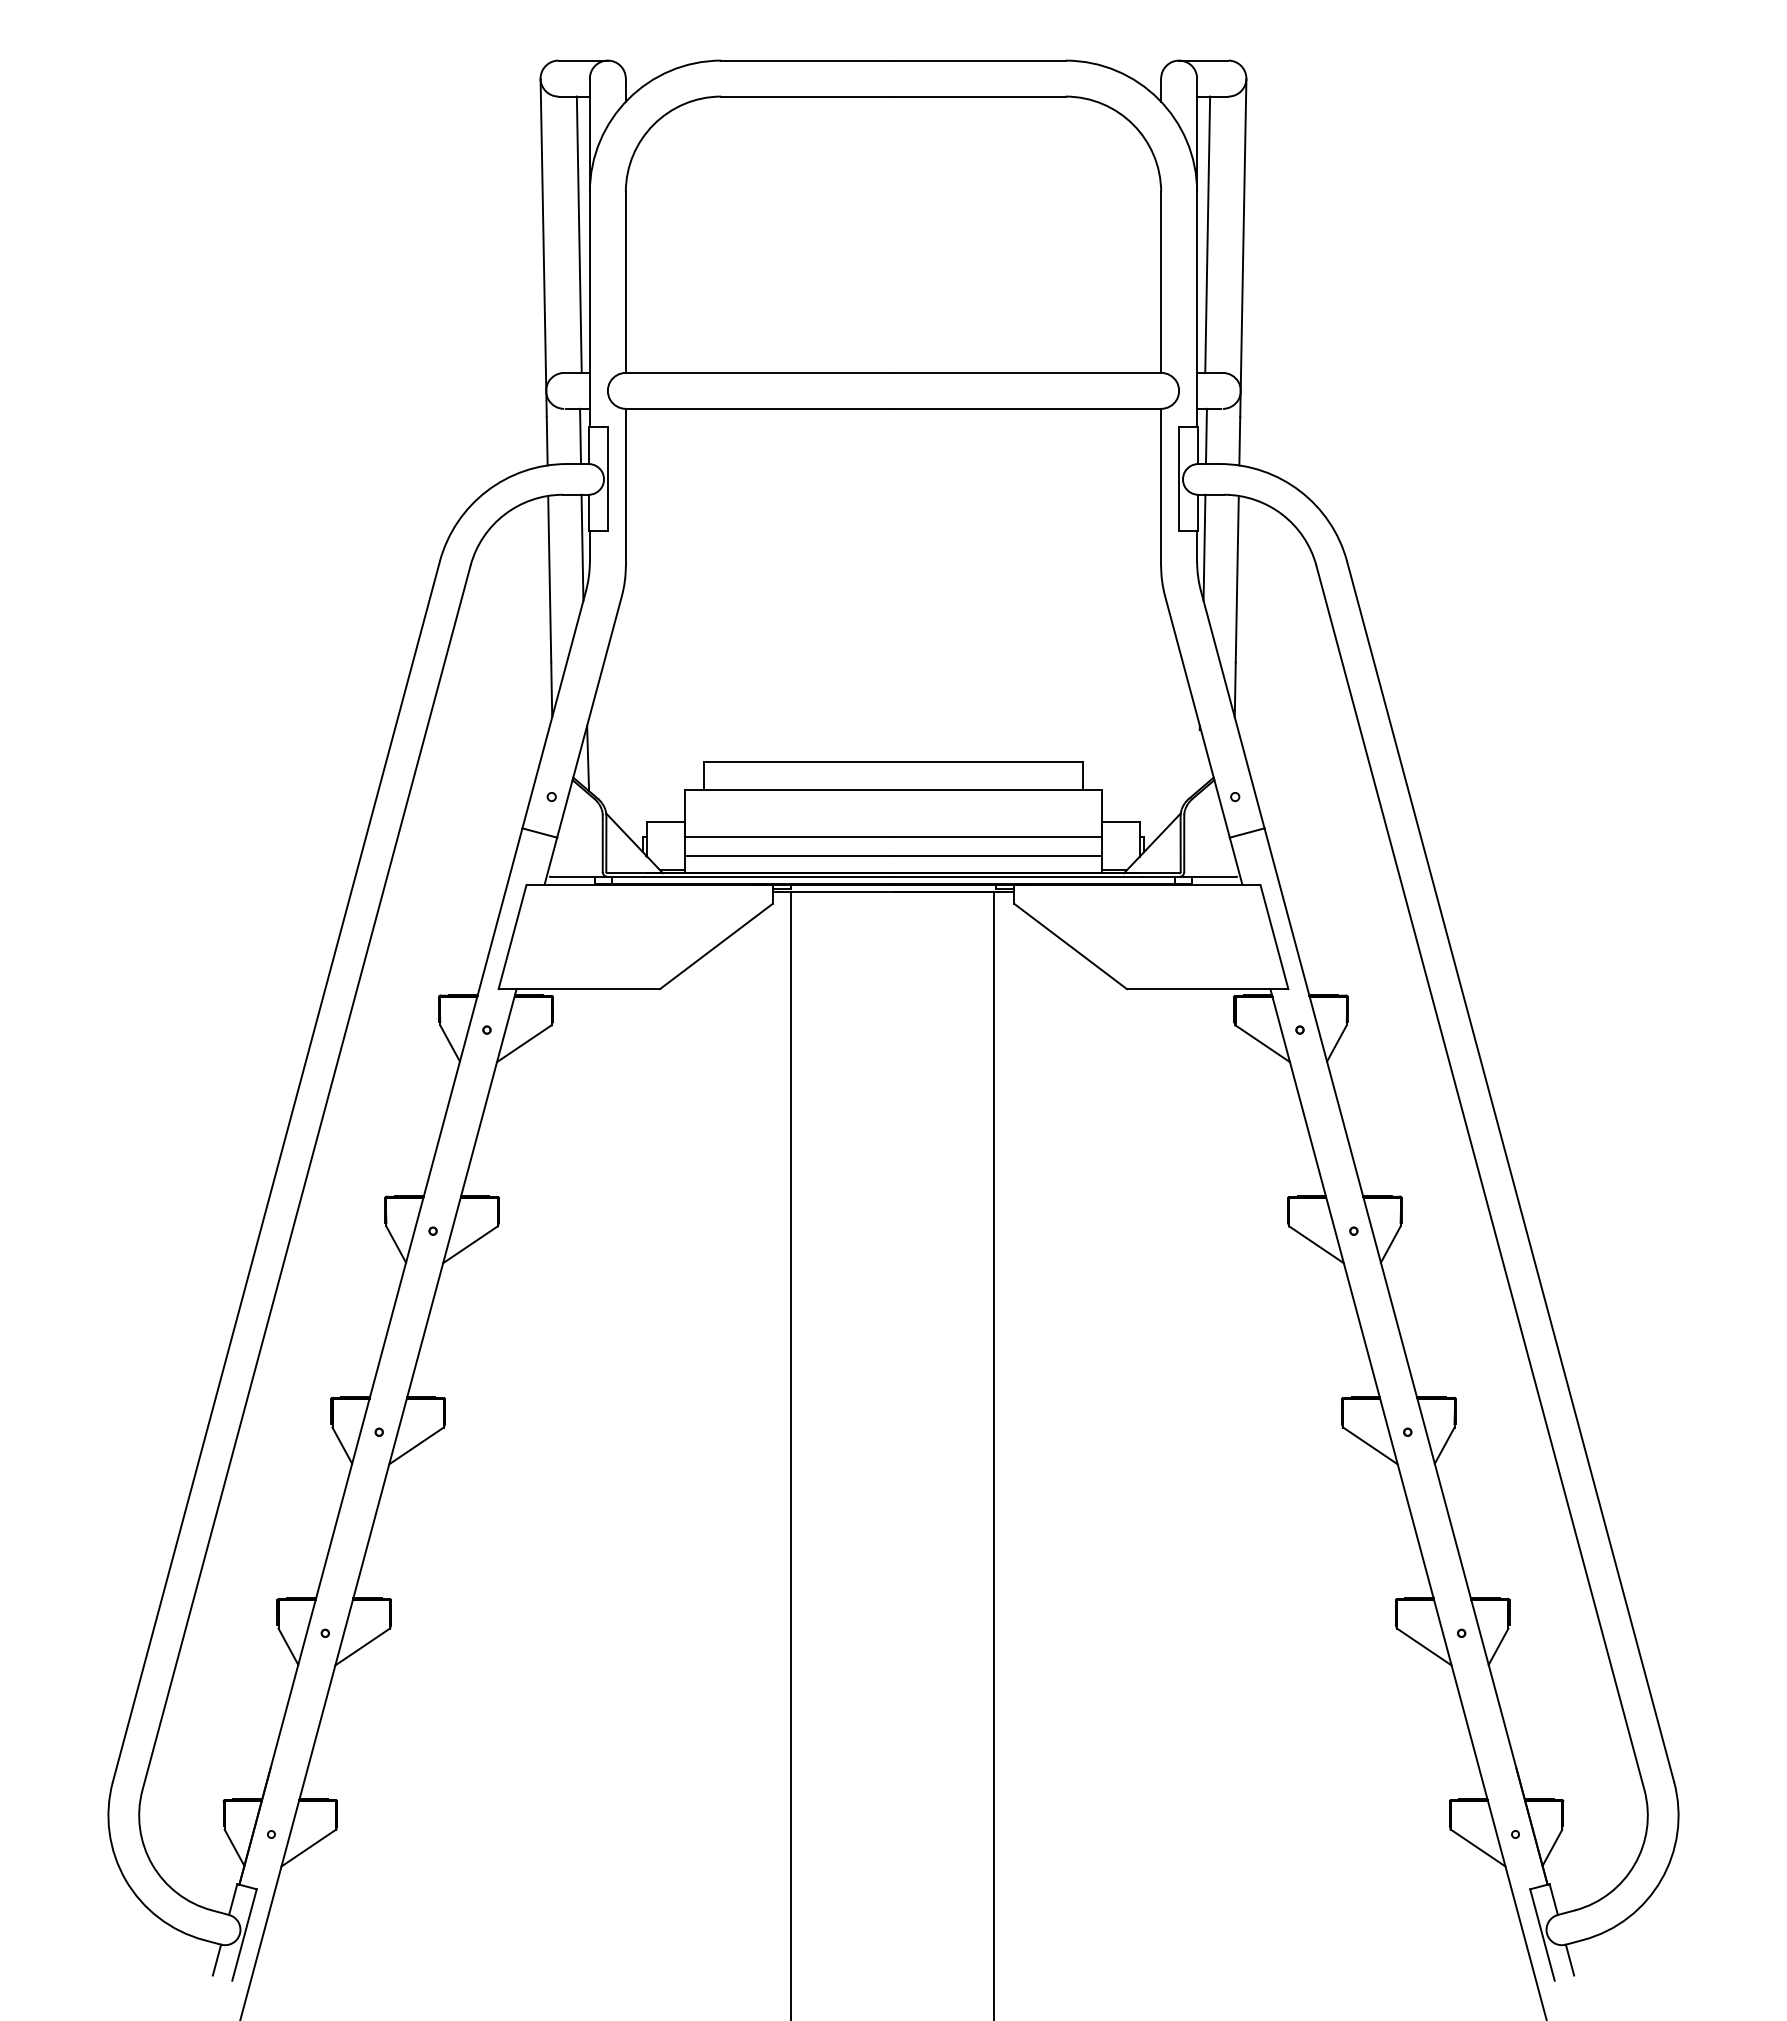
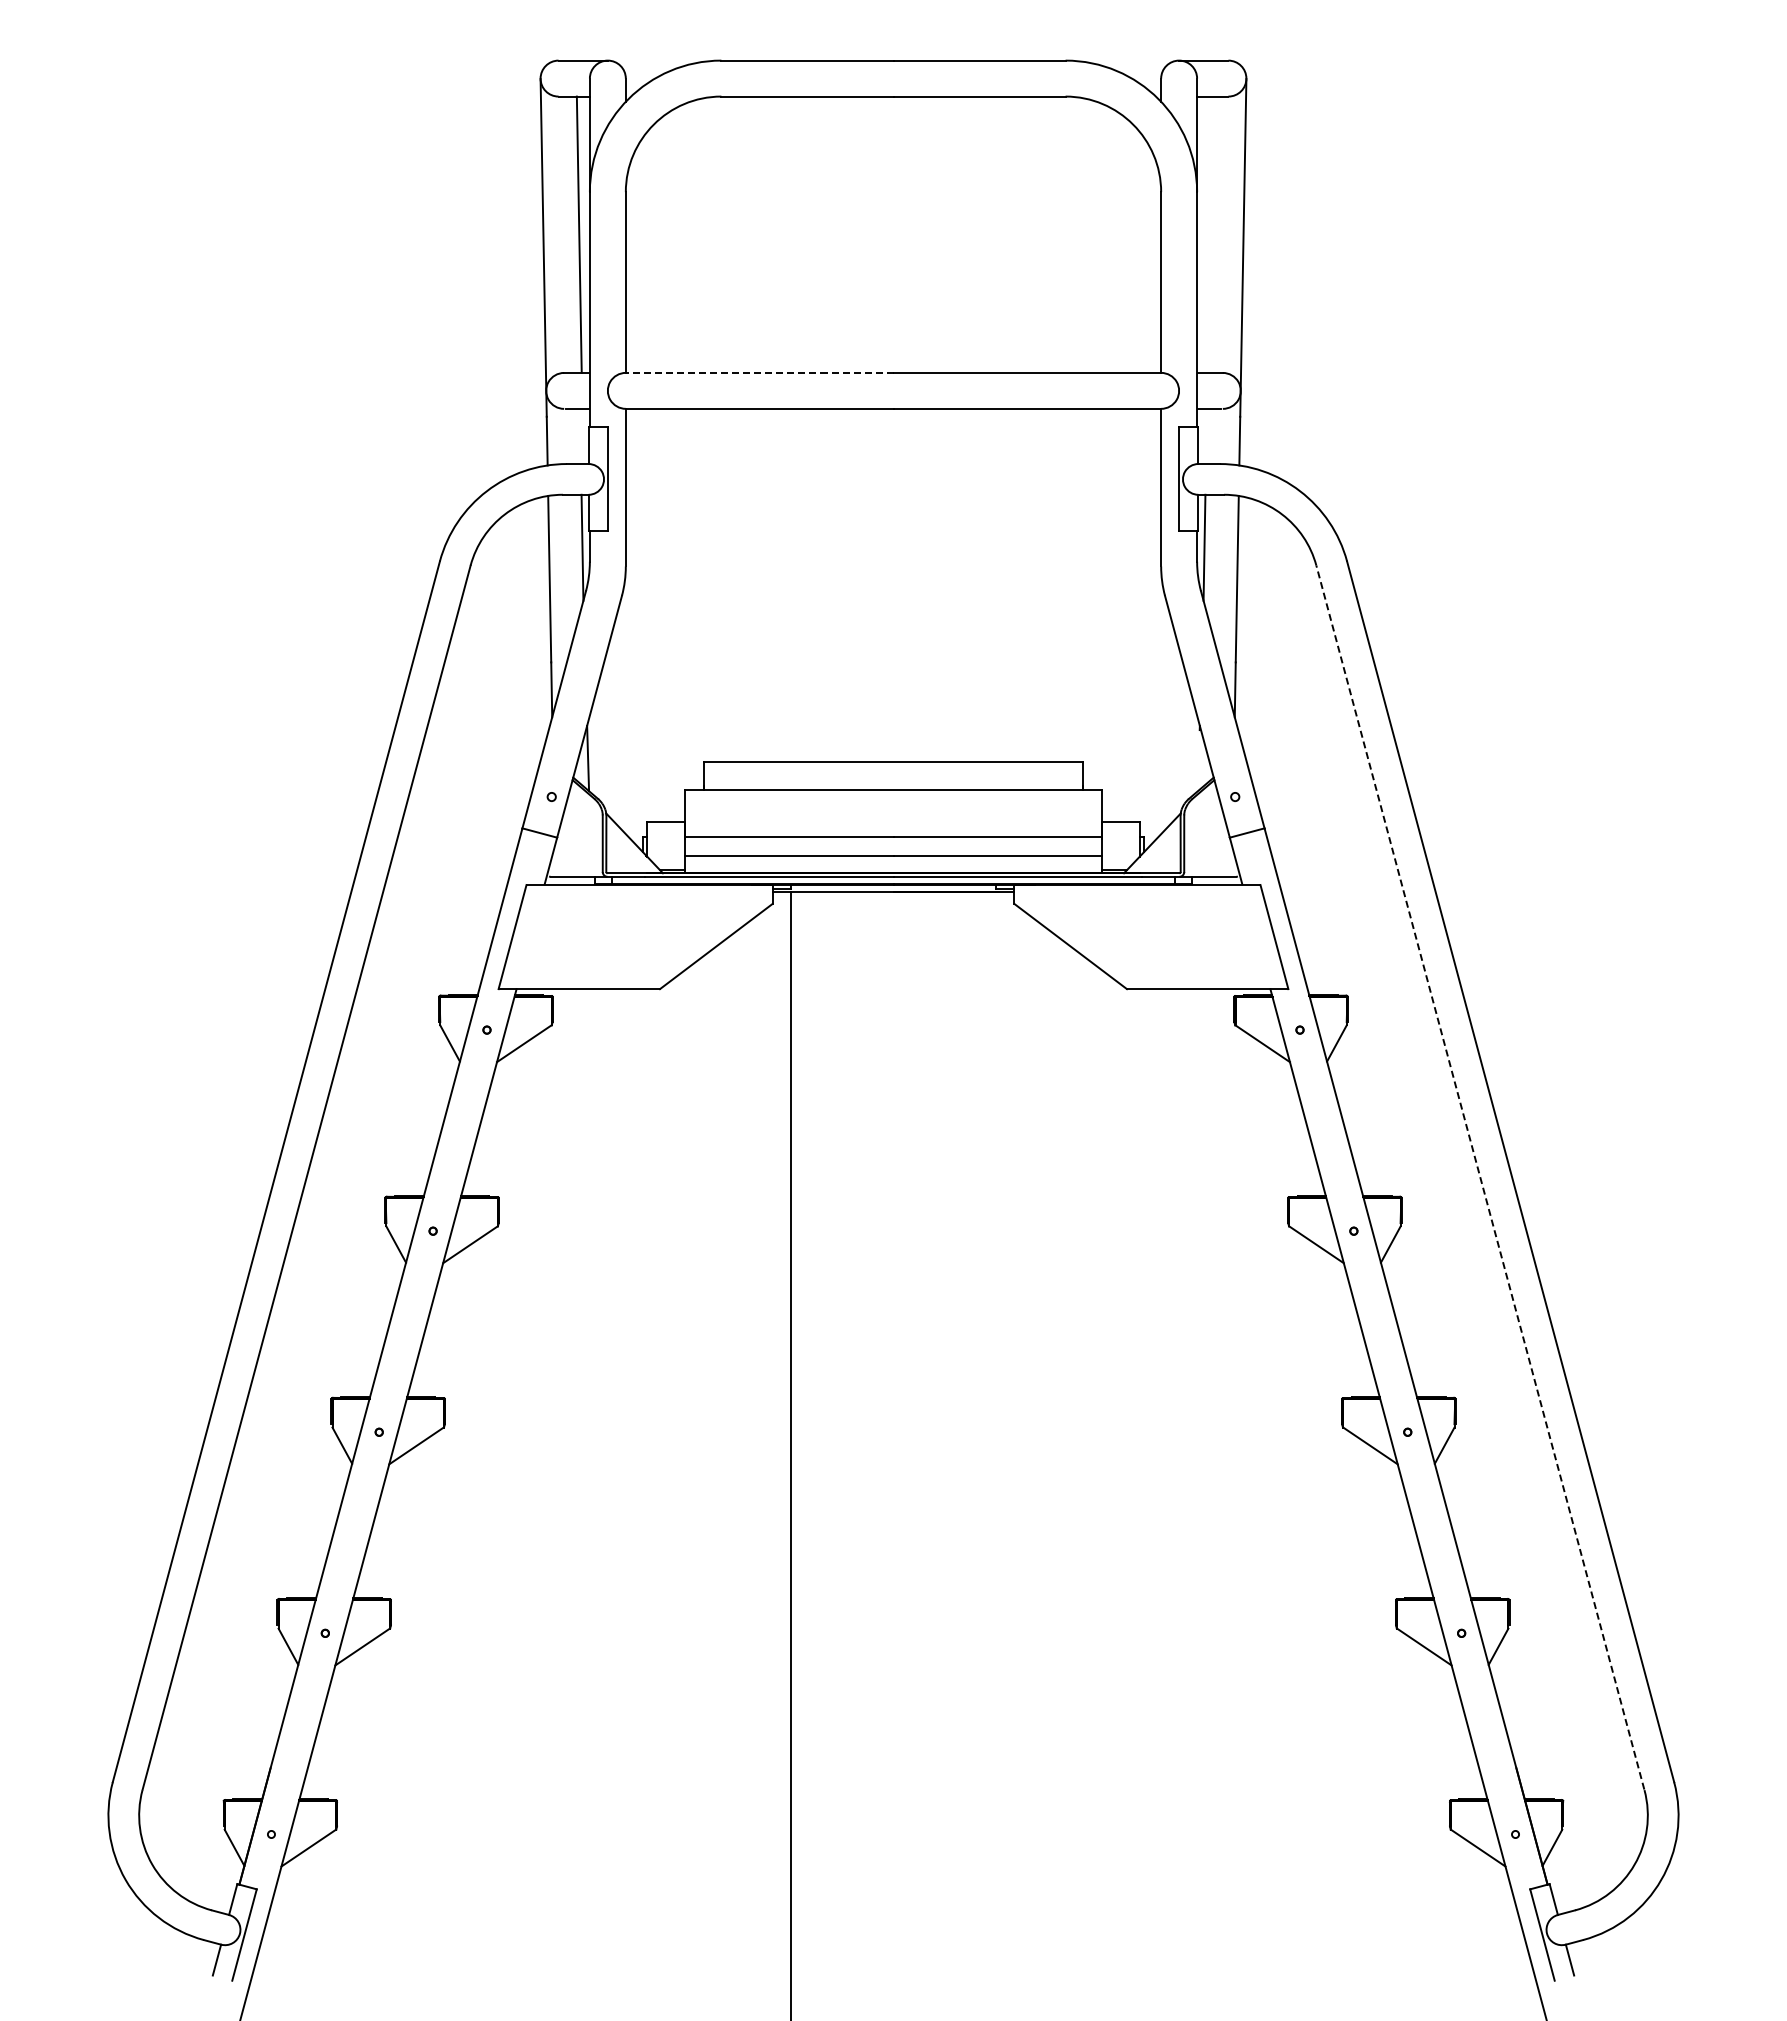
line at (1207, 234): present -> none
line at (759, 372): solid -> dashed
line at (580, 436): present -> none
line at (1205, 436): present -> none
line at (1480, 1177): solid -> dashed
line at (994, 1454): present -> none
